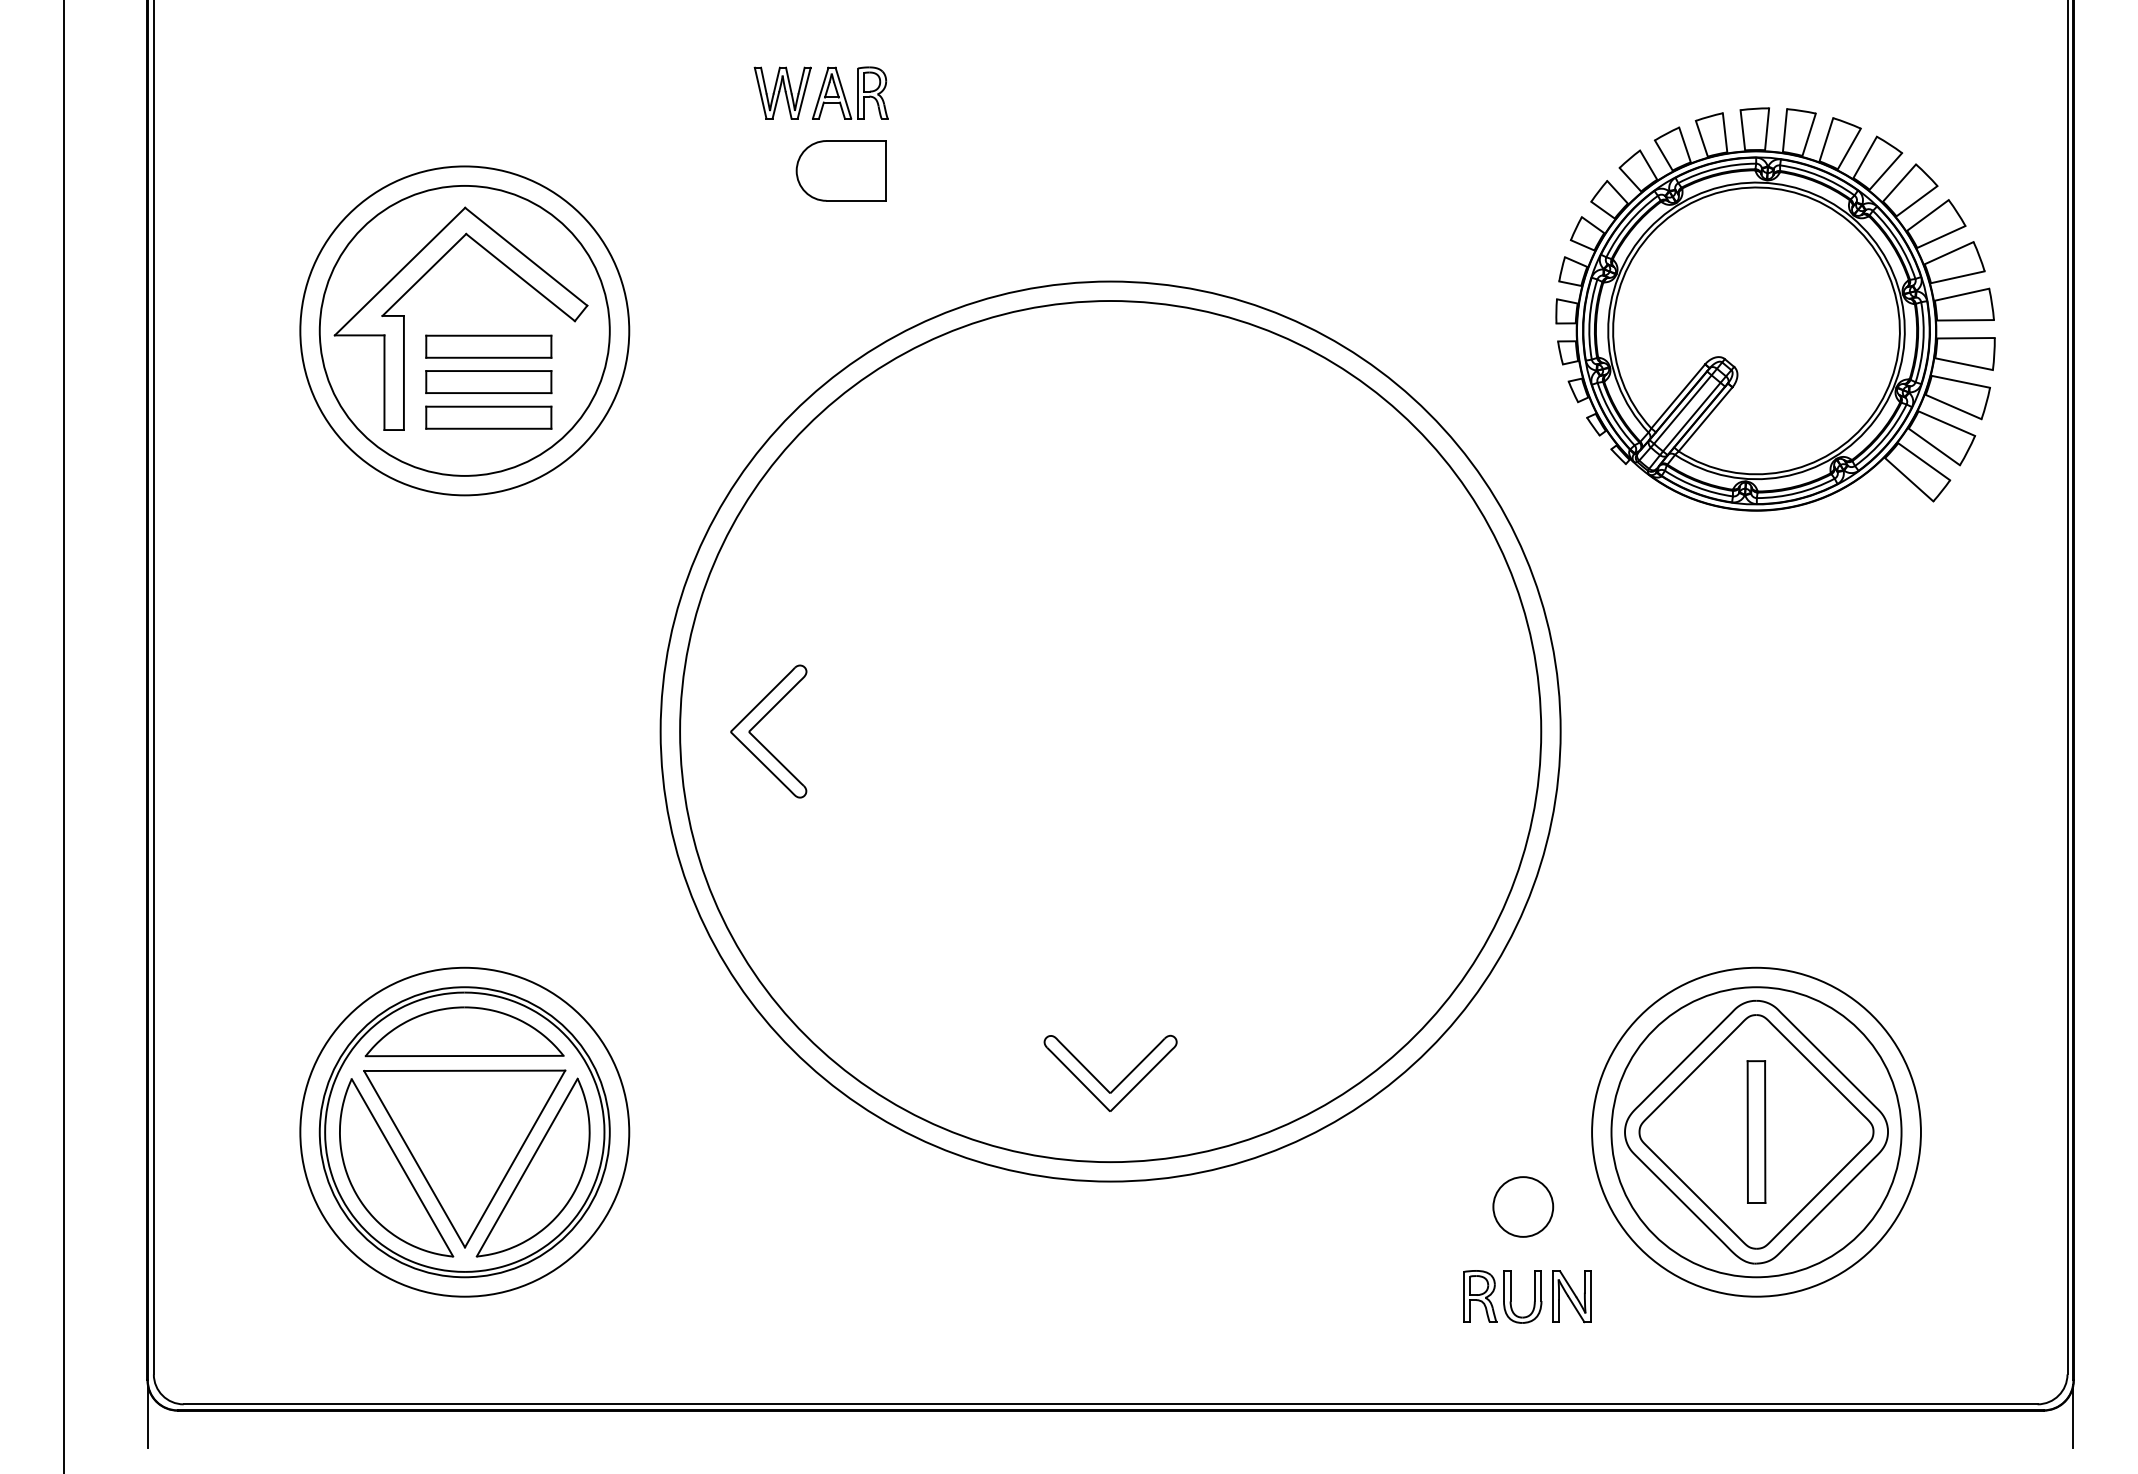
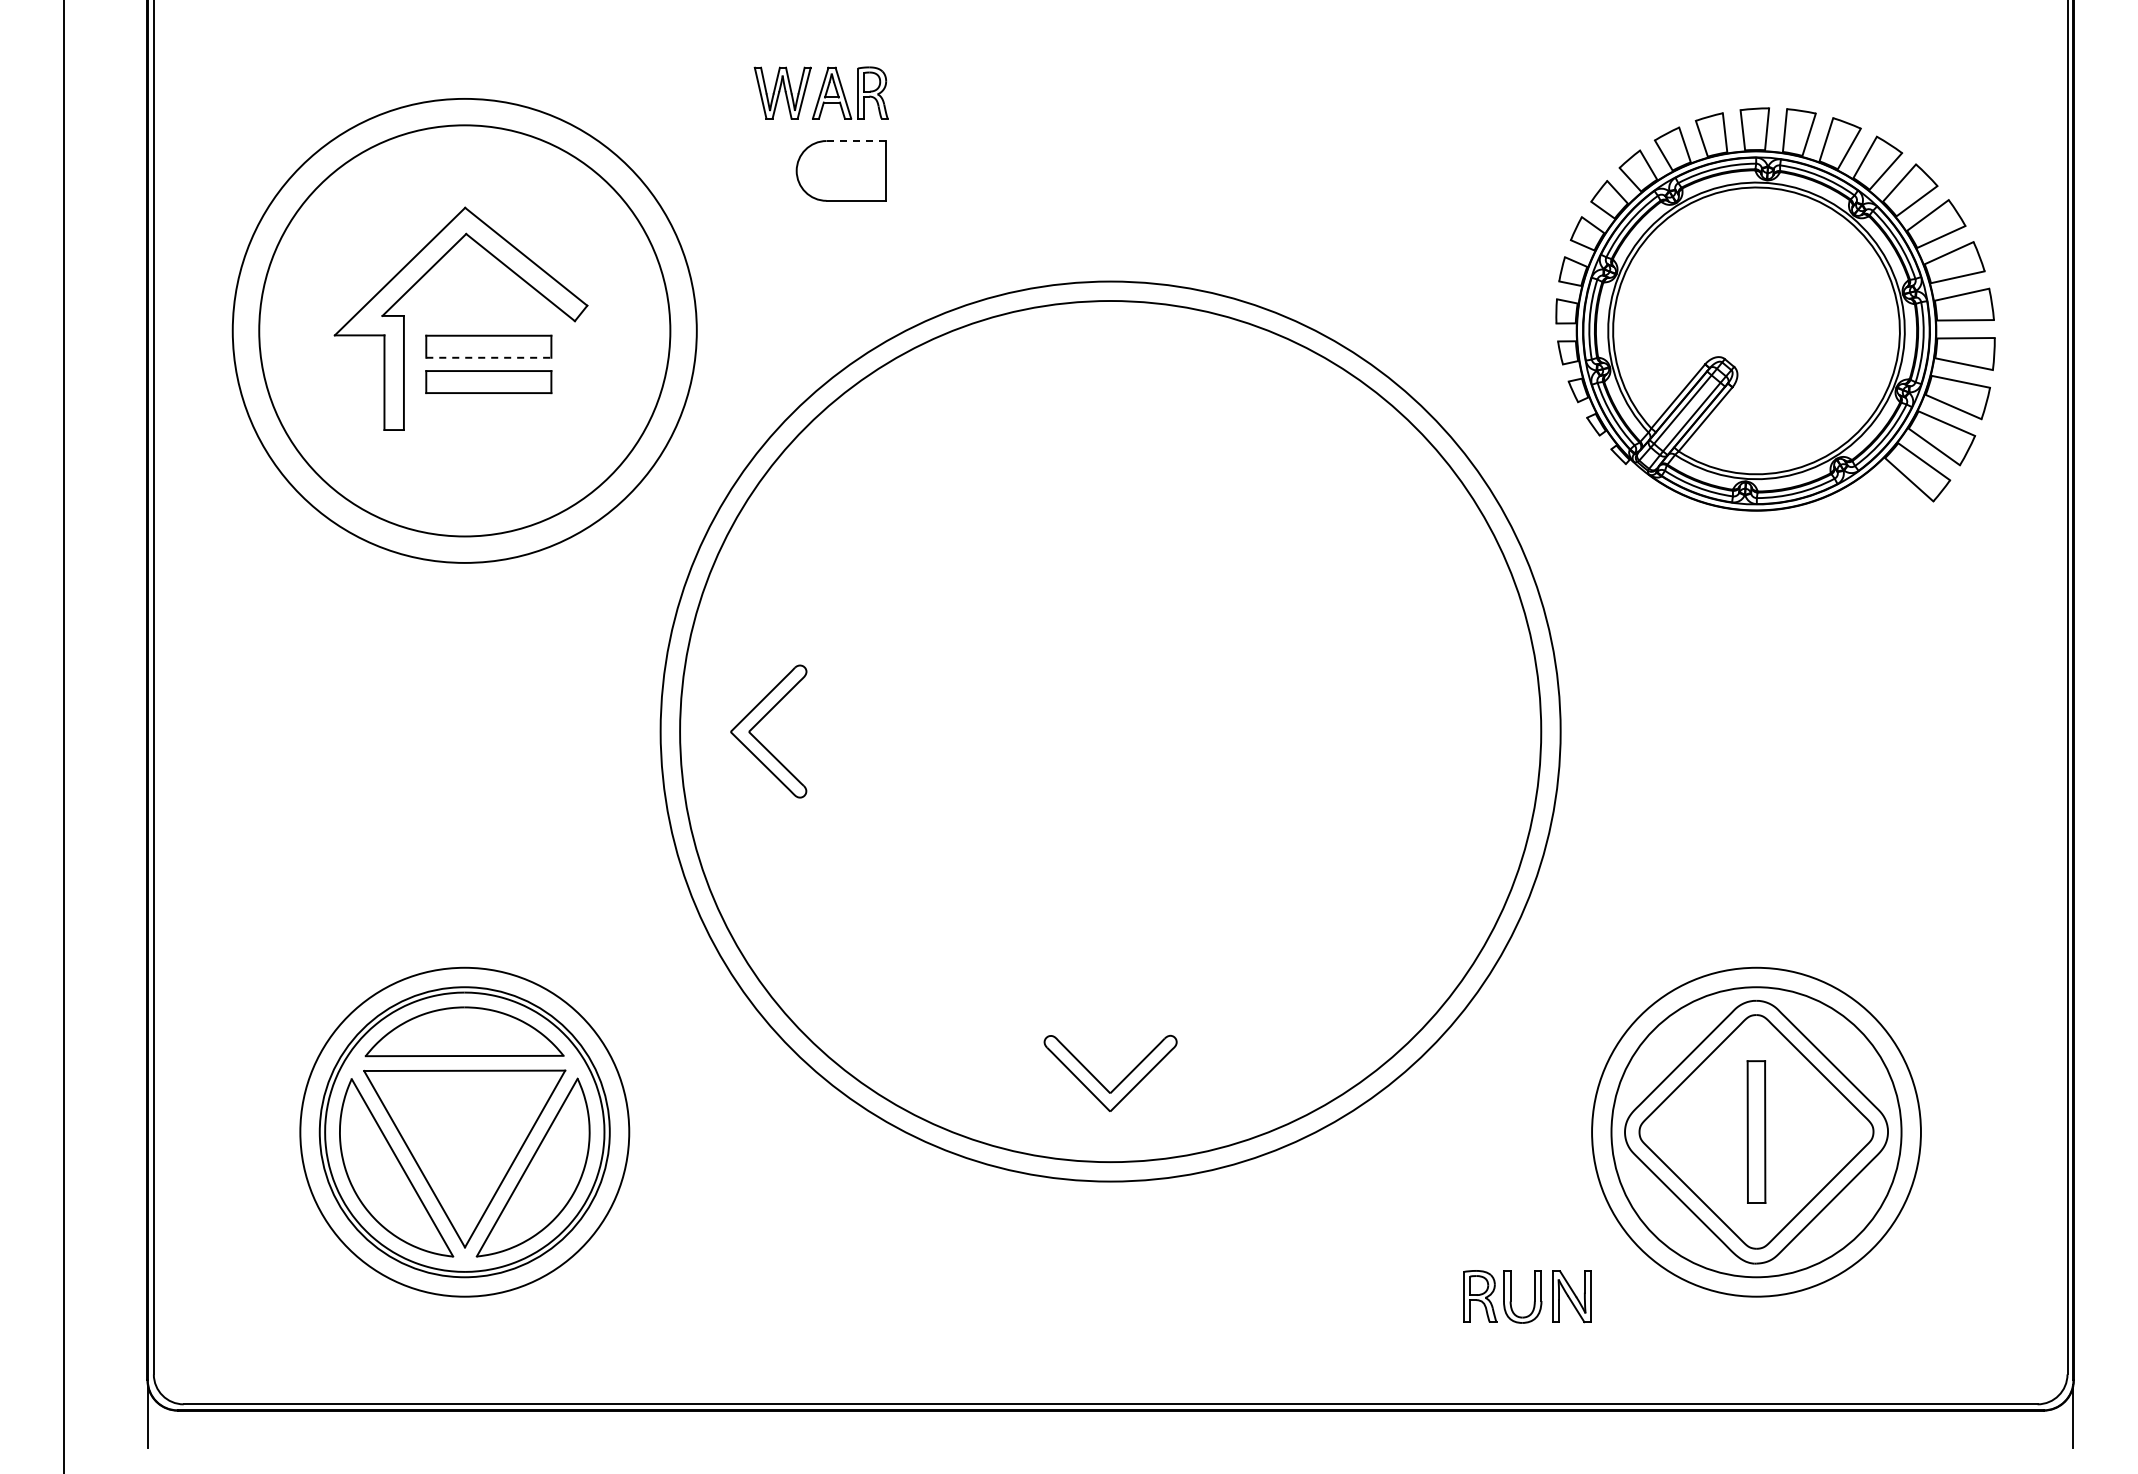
line at (856, 141): solid -> dashed
circle at (464, 330) diameter: 290 px -> 464 px
circle at (464, 330) diameter: 329 px -> 411 px
line at (488, 357): solid -> dashed
part at (488, 417): present -> none
circle at (1523, 1206): present -> none
